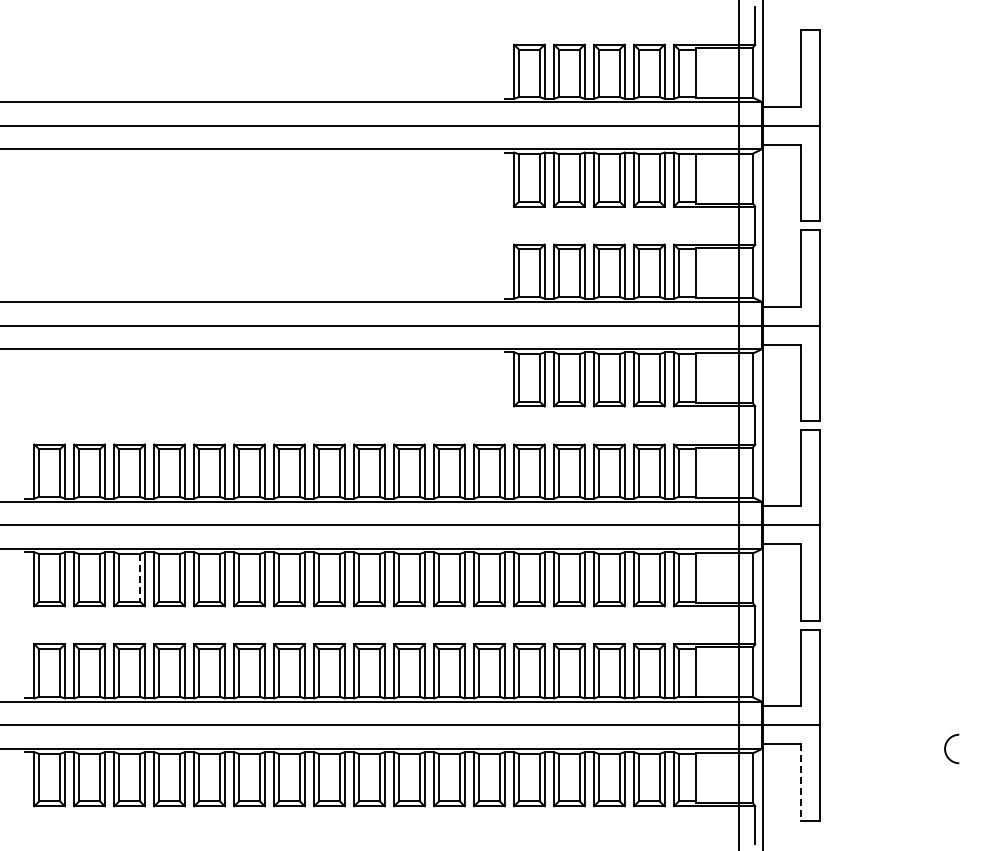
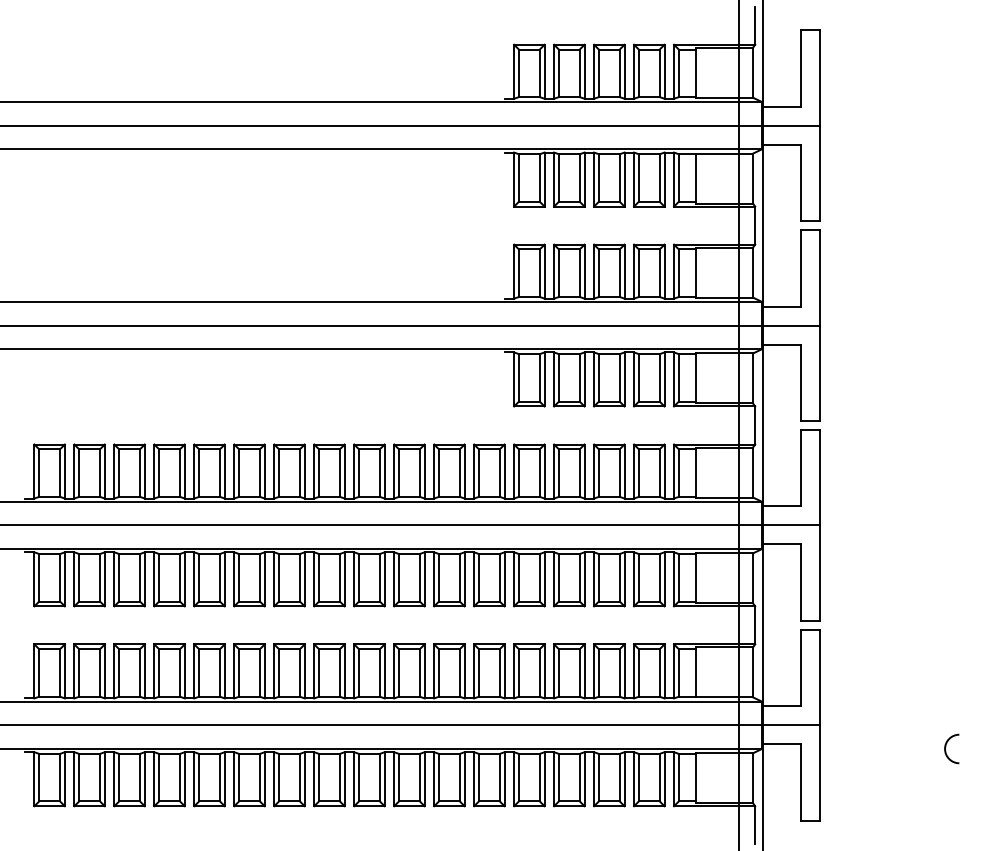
line at (140, 577): dashed -> solid
line at (800, 782): dashed -> solid
